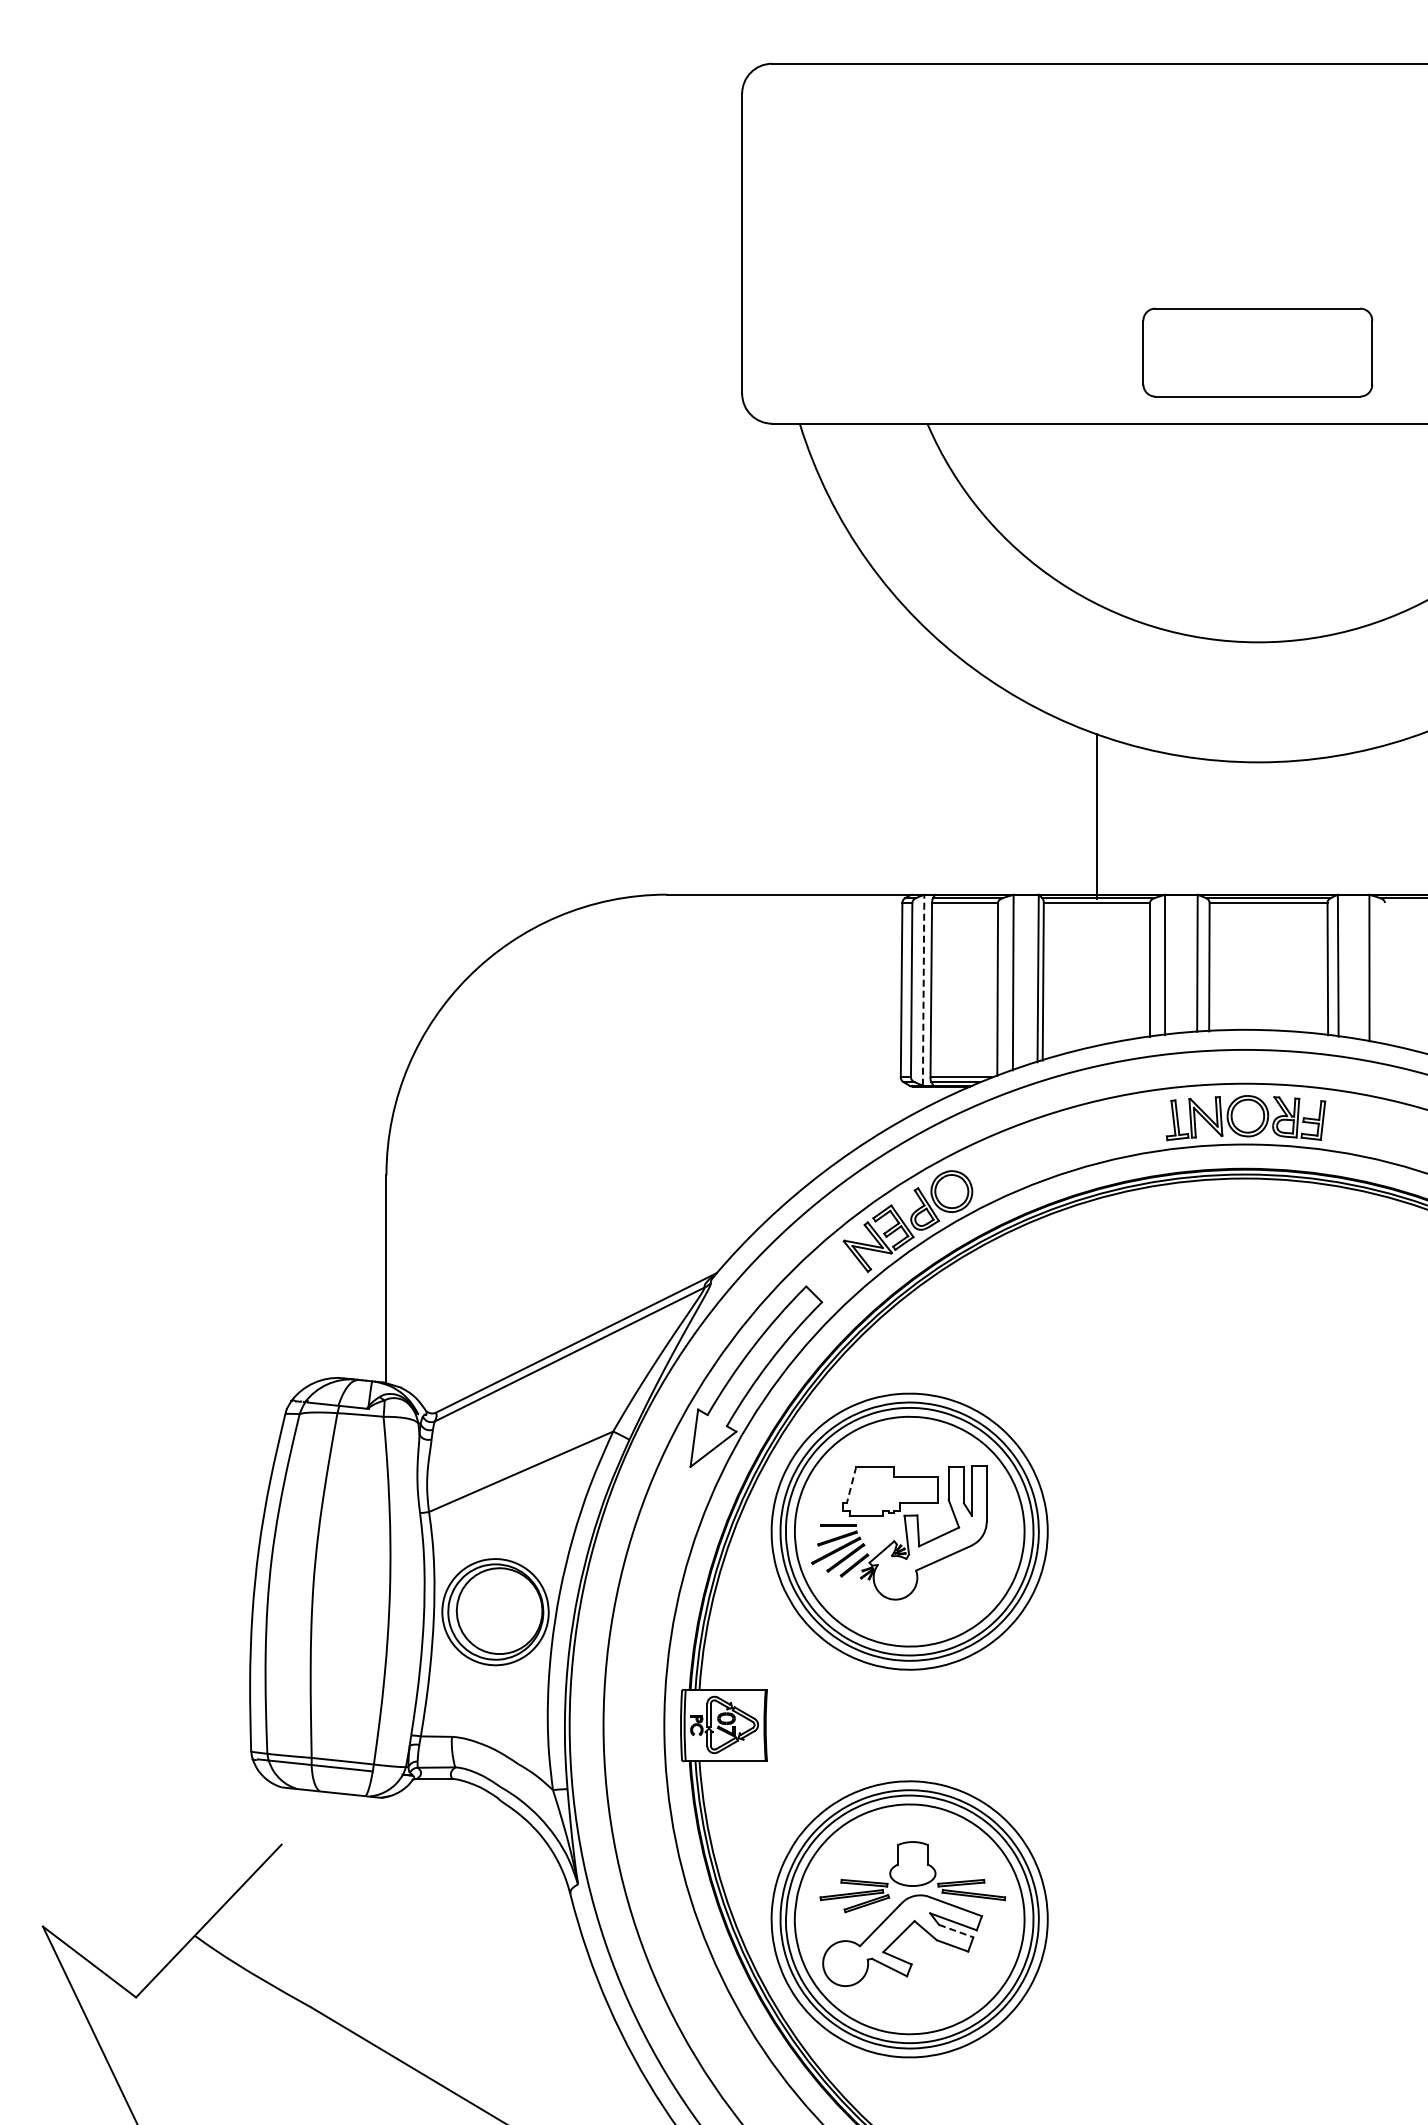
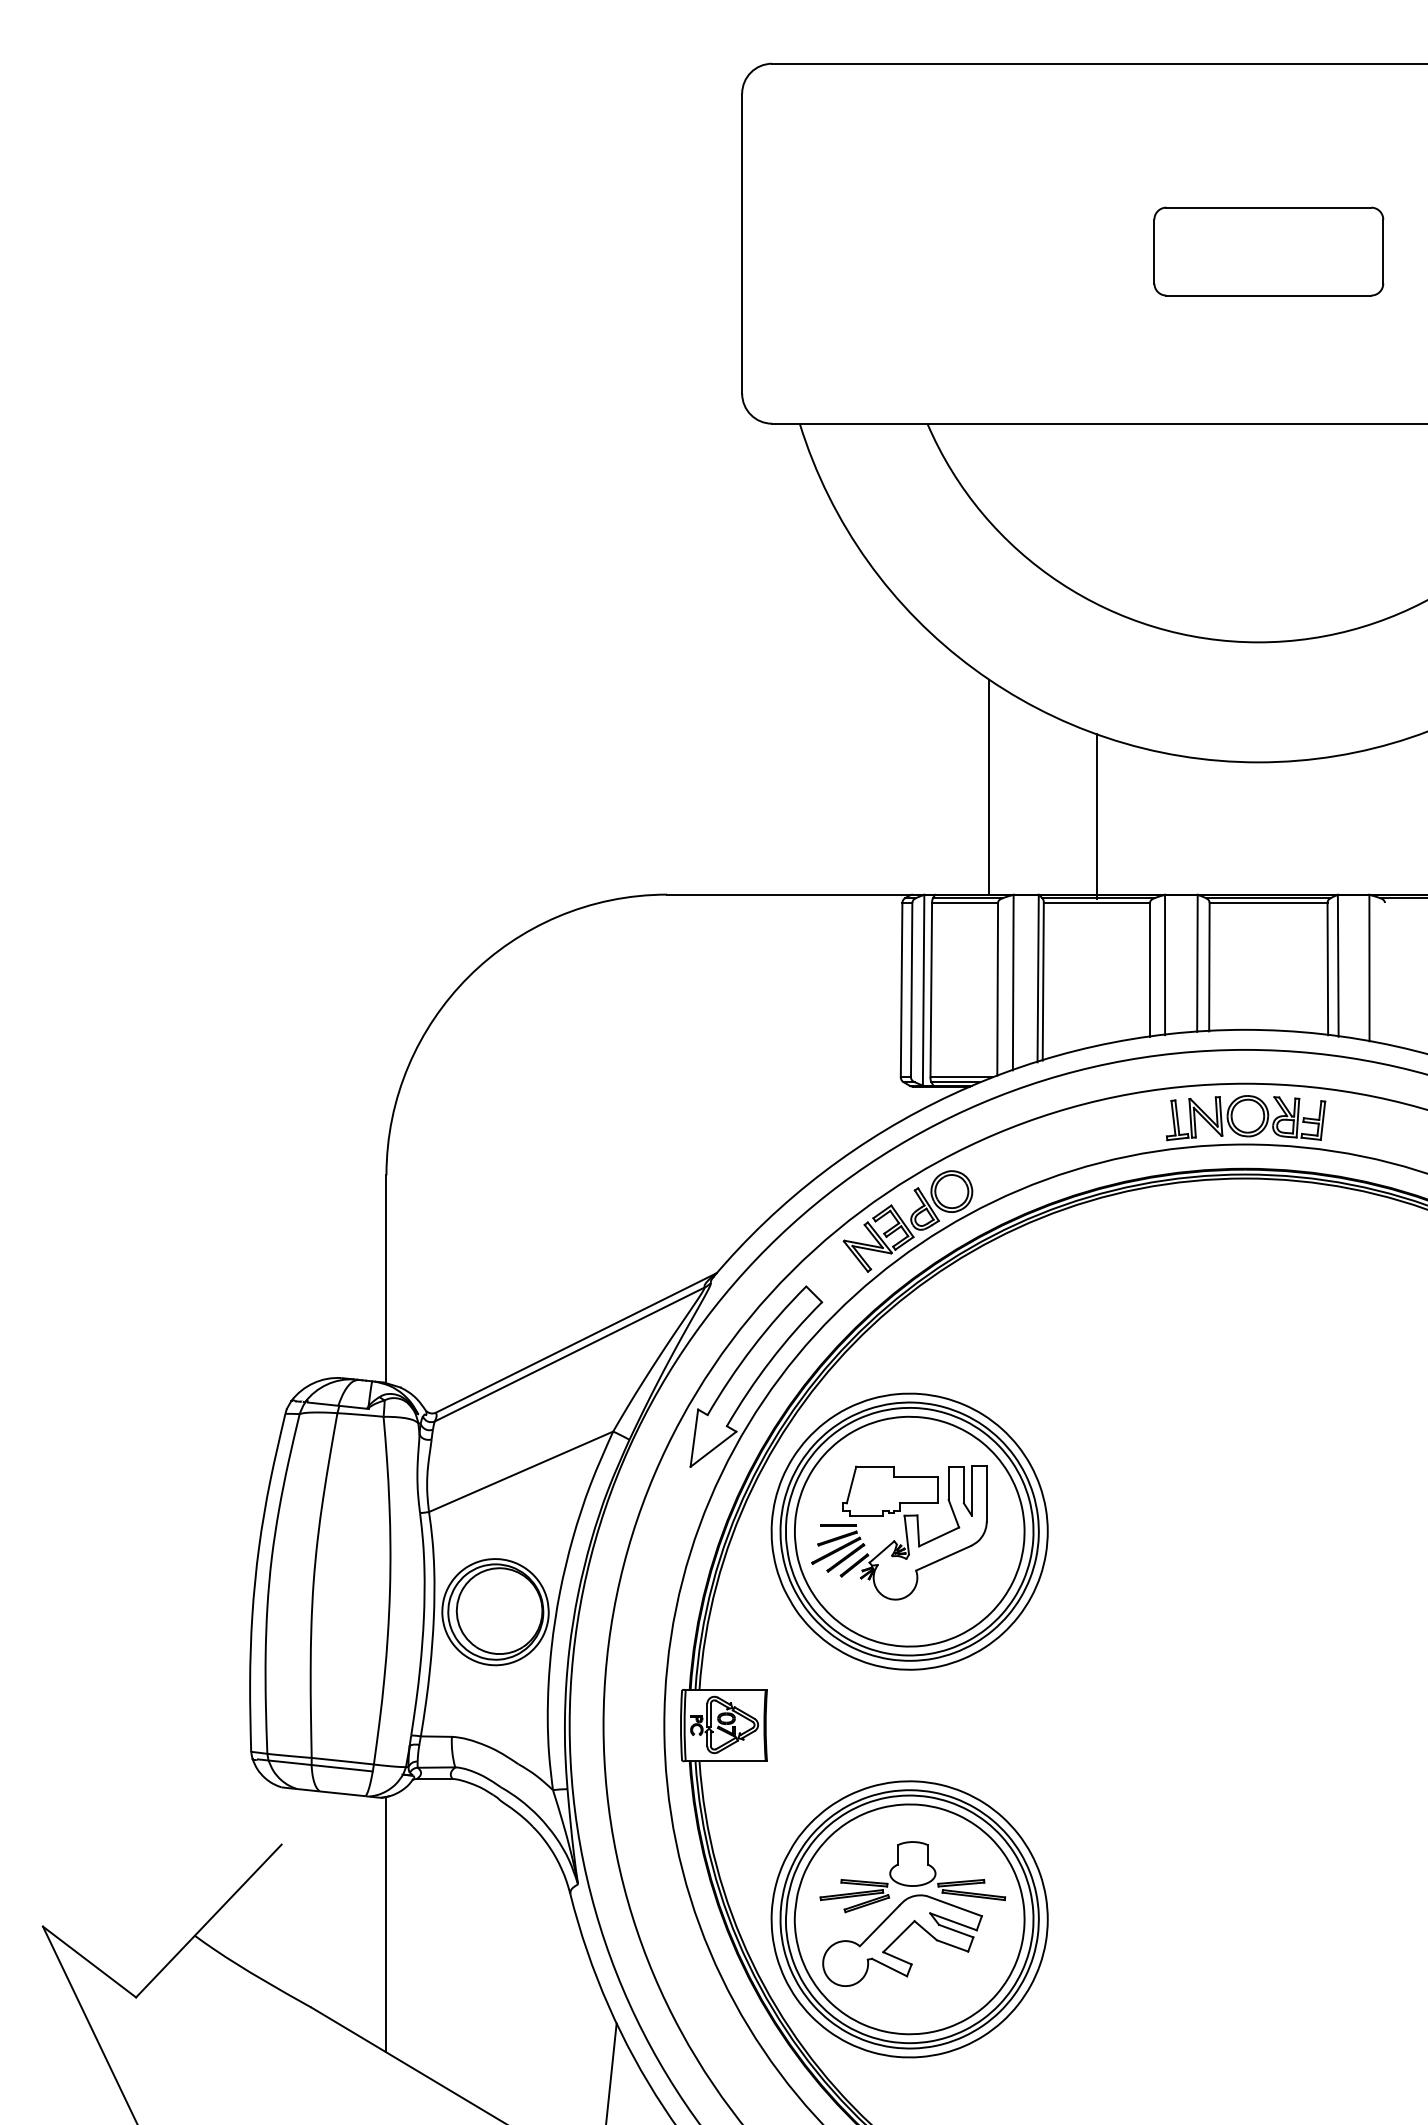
part at (1257, 352) position: (1257, 352) -> (1268, 251)
line at (989, 786): none -> present
line at (923, 989): dashed -> solid
line at (851, 1485): dashed -> solid
line at (386, 1924): none -> present
line at (956, 1931): dashed -> solid
line at (611, 2072): none -> present
